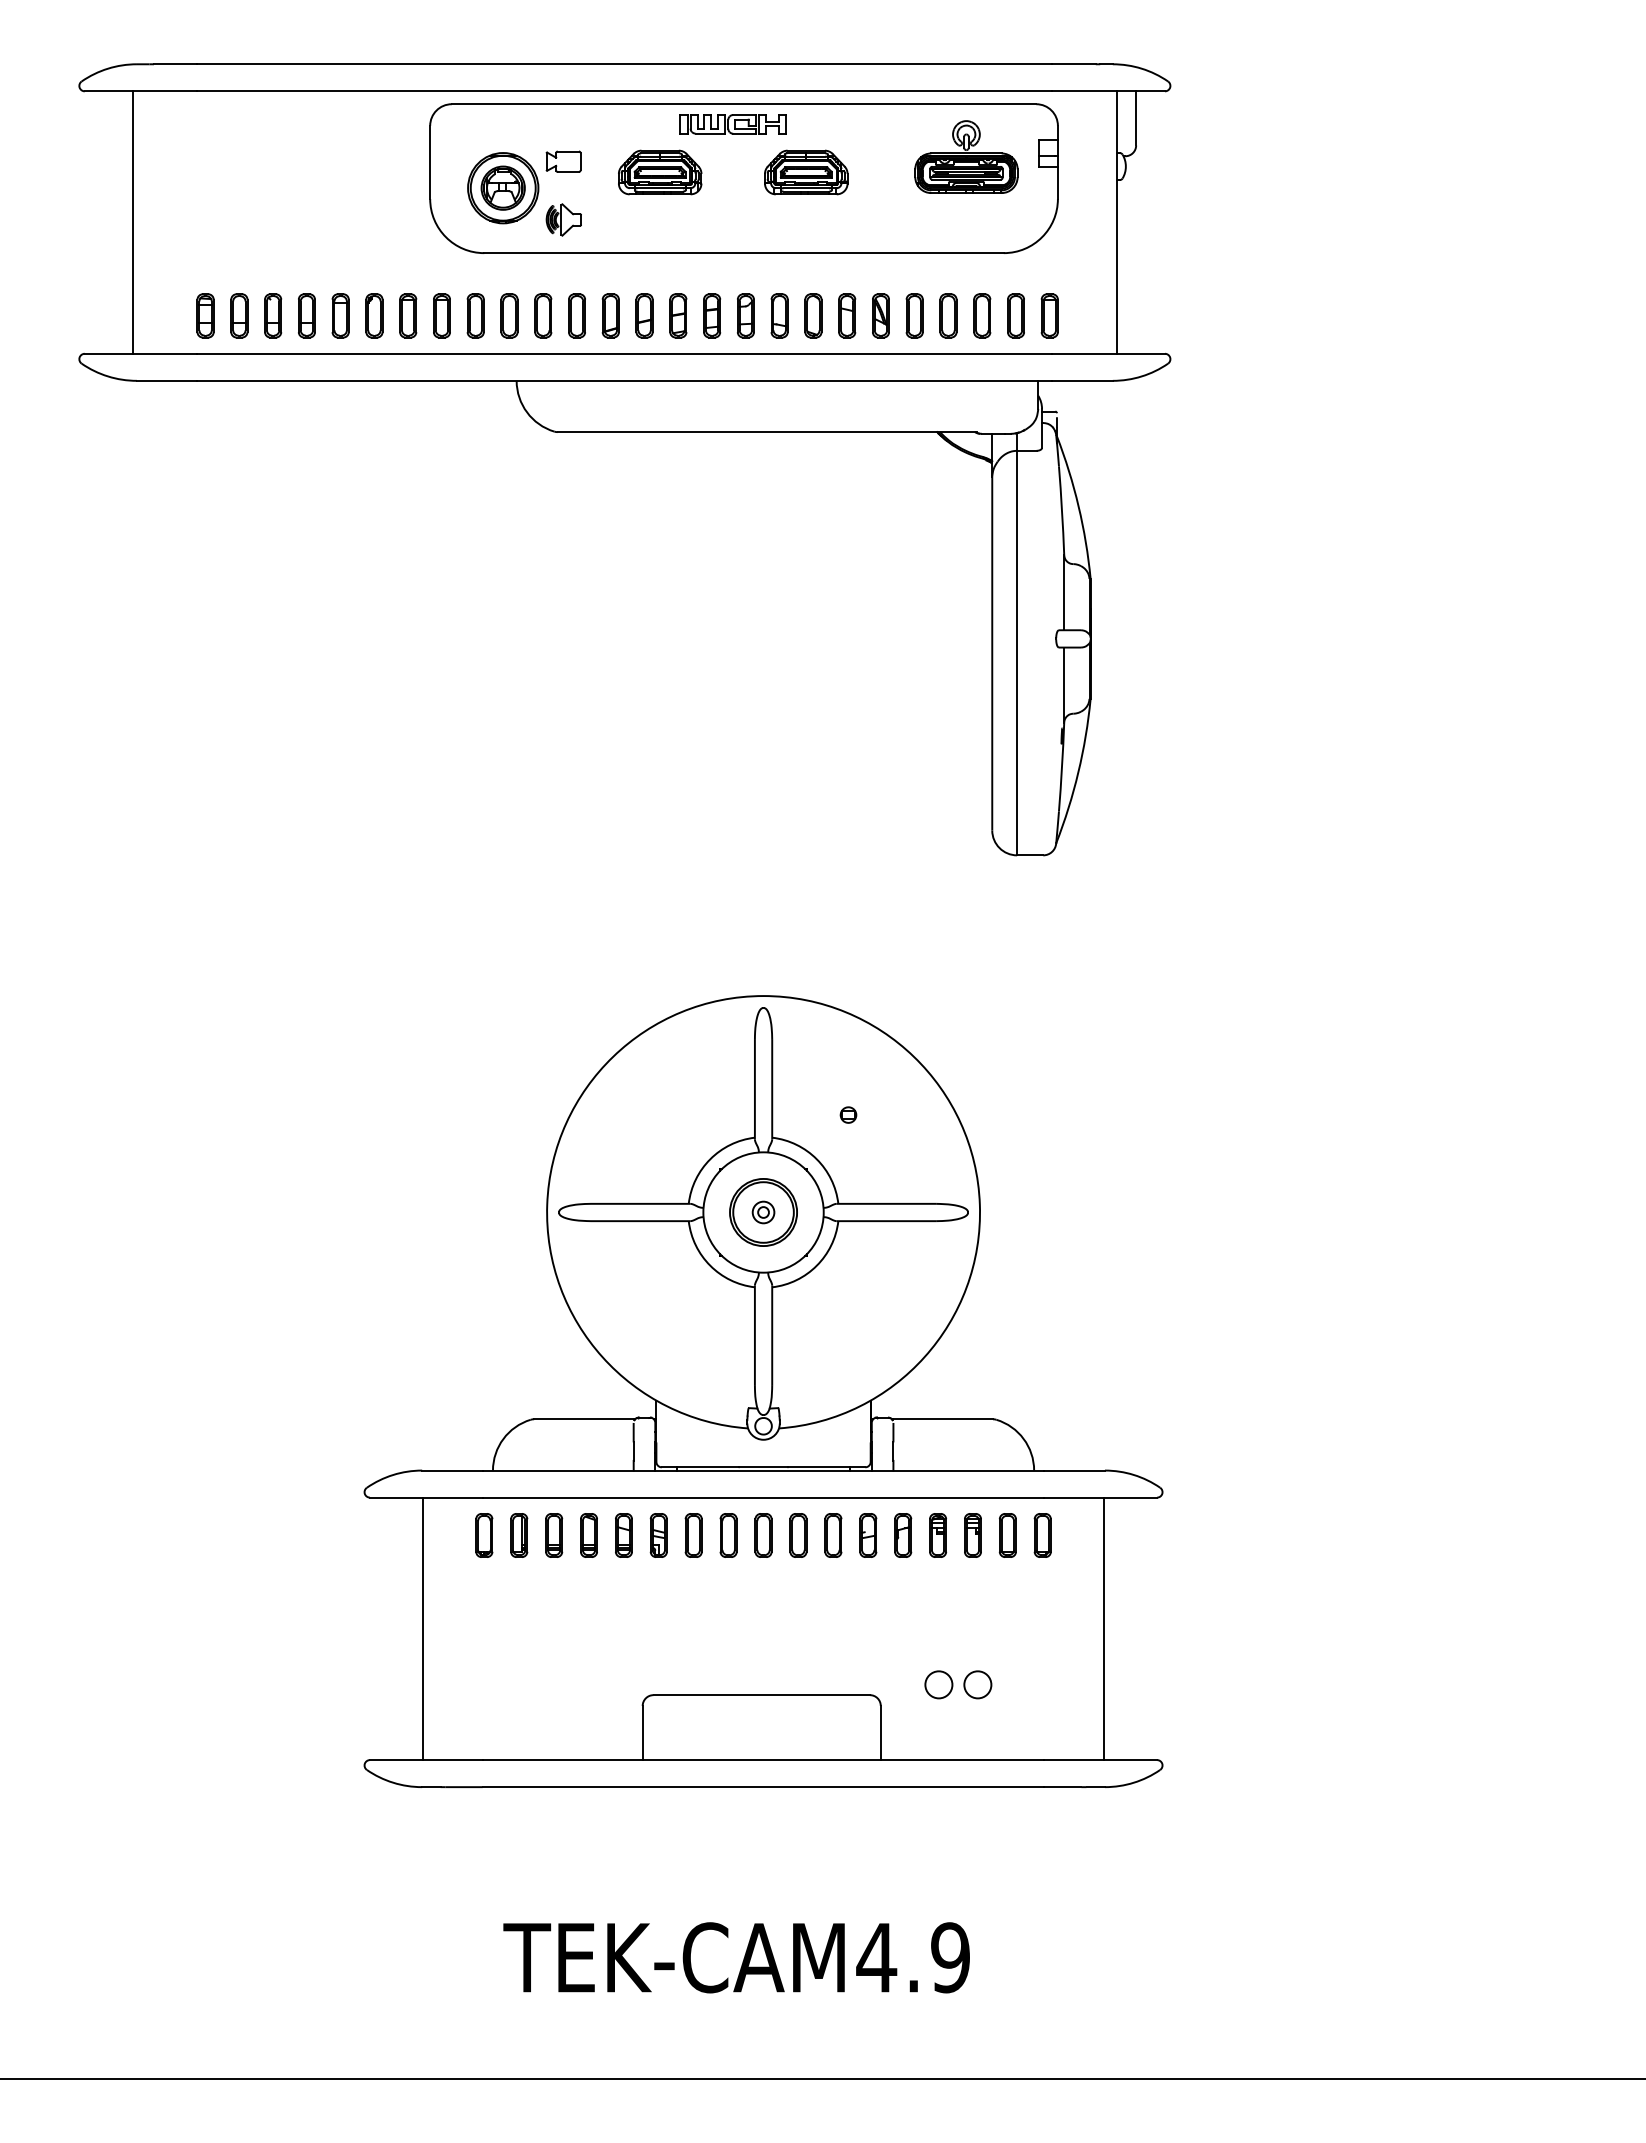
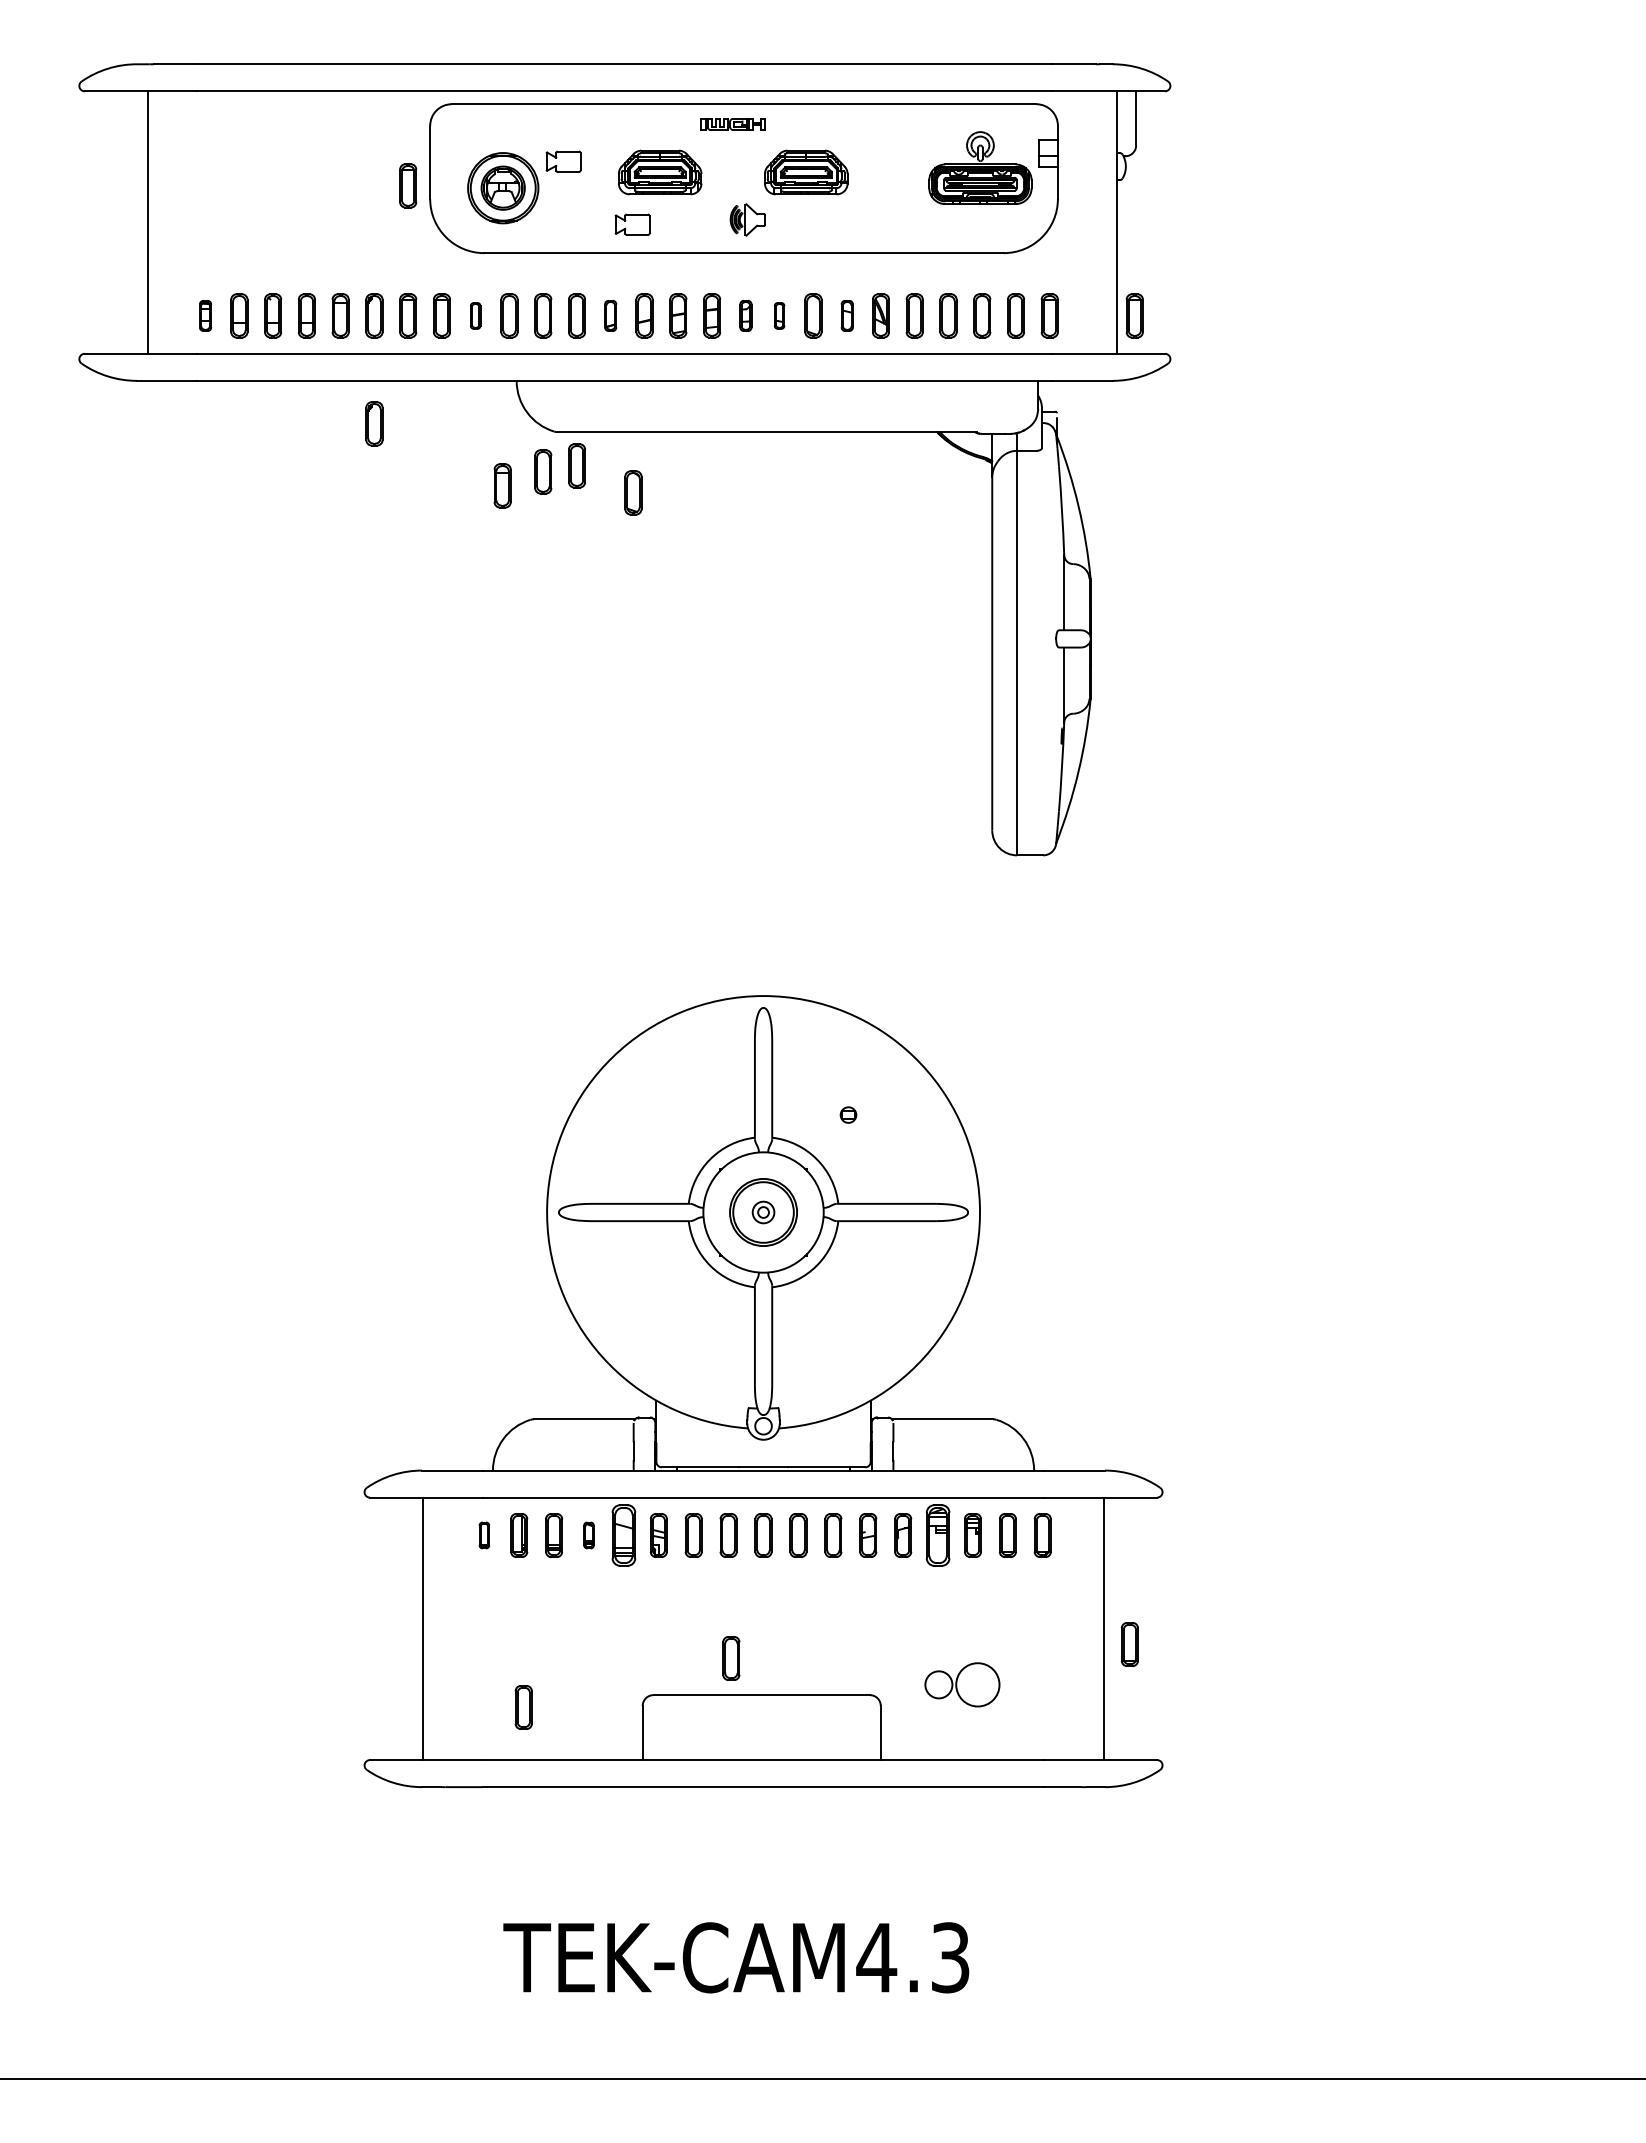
part at (732, 124) size: 108x21 px -> 66x13 px
part at (966, 156) position: (966, 156) -> (980, 167)
part at (408, 185): none -> present
part at (563, 219) position: (563, 219) -> (747, 219)
line at (132, 222) position: (132, 222) -> (147, 222)
part at (632, 224): none -> present
part at (205, 315) size: 19x46 px -> 14x32 px
part at (475, 315) size: 19x46 px -> 12x28 px
part at (610, 315) size: 19x46 px -> 14x32 px
part at (745, 315) size: 18x46 px -> 14x33 px
part at (779, 315) size: 19x46 px -> 13x28 px
part at (847, 315) size: 19x46 px -> 14x32 px
part at (1134, 315): none -> present
part at (374, 423): none -> present
part at (576, 465): none -> present
part at (543, 471): none -> present
part at (502, 485): none -> present
part at (633, 492): none -> present
part at (484, 1535) size: 19x45 px -> 13x29 px
part at (588, 1535) size: 18x45 px -> 12x29 px
part at (623, 1535) size: 18x45 px -> 26x63 px
part at (937, 1535) size: 18x45 px -> 26x63 px
part at (1129, 1644): none -> present
part at (731, 1658): none -> present
circle at (977, 1684) diameter: 27 px -> 43 px
part at (523, 1707): none -> present
text at (950, 1957): TEK-CAM4.9 -> TEK-CAM4.3
